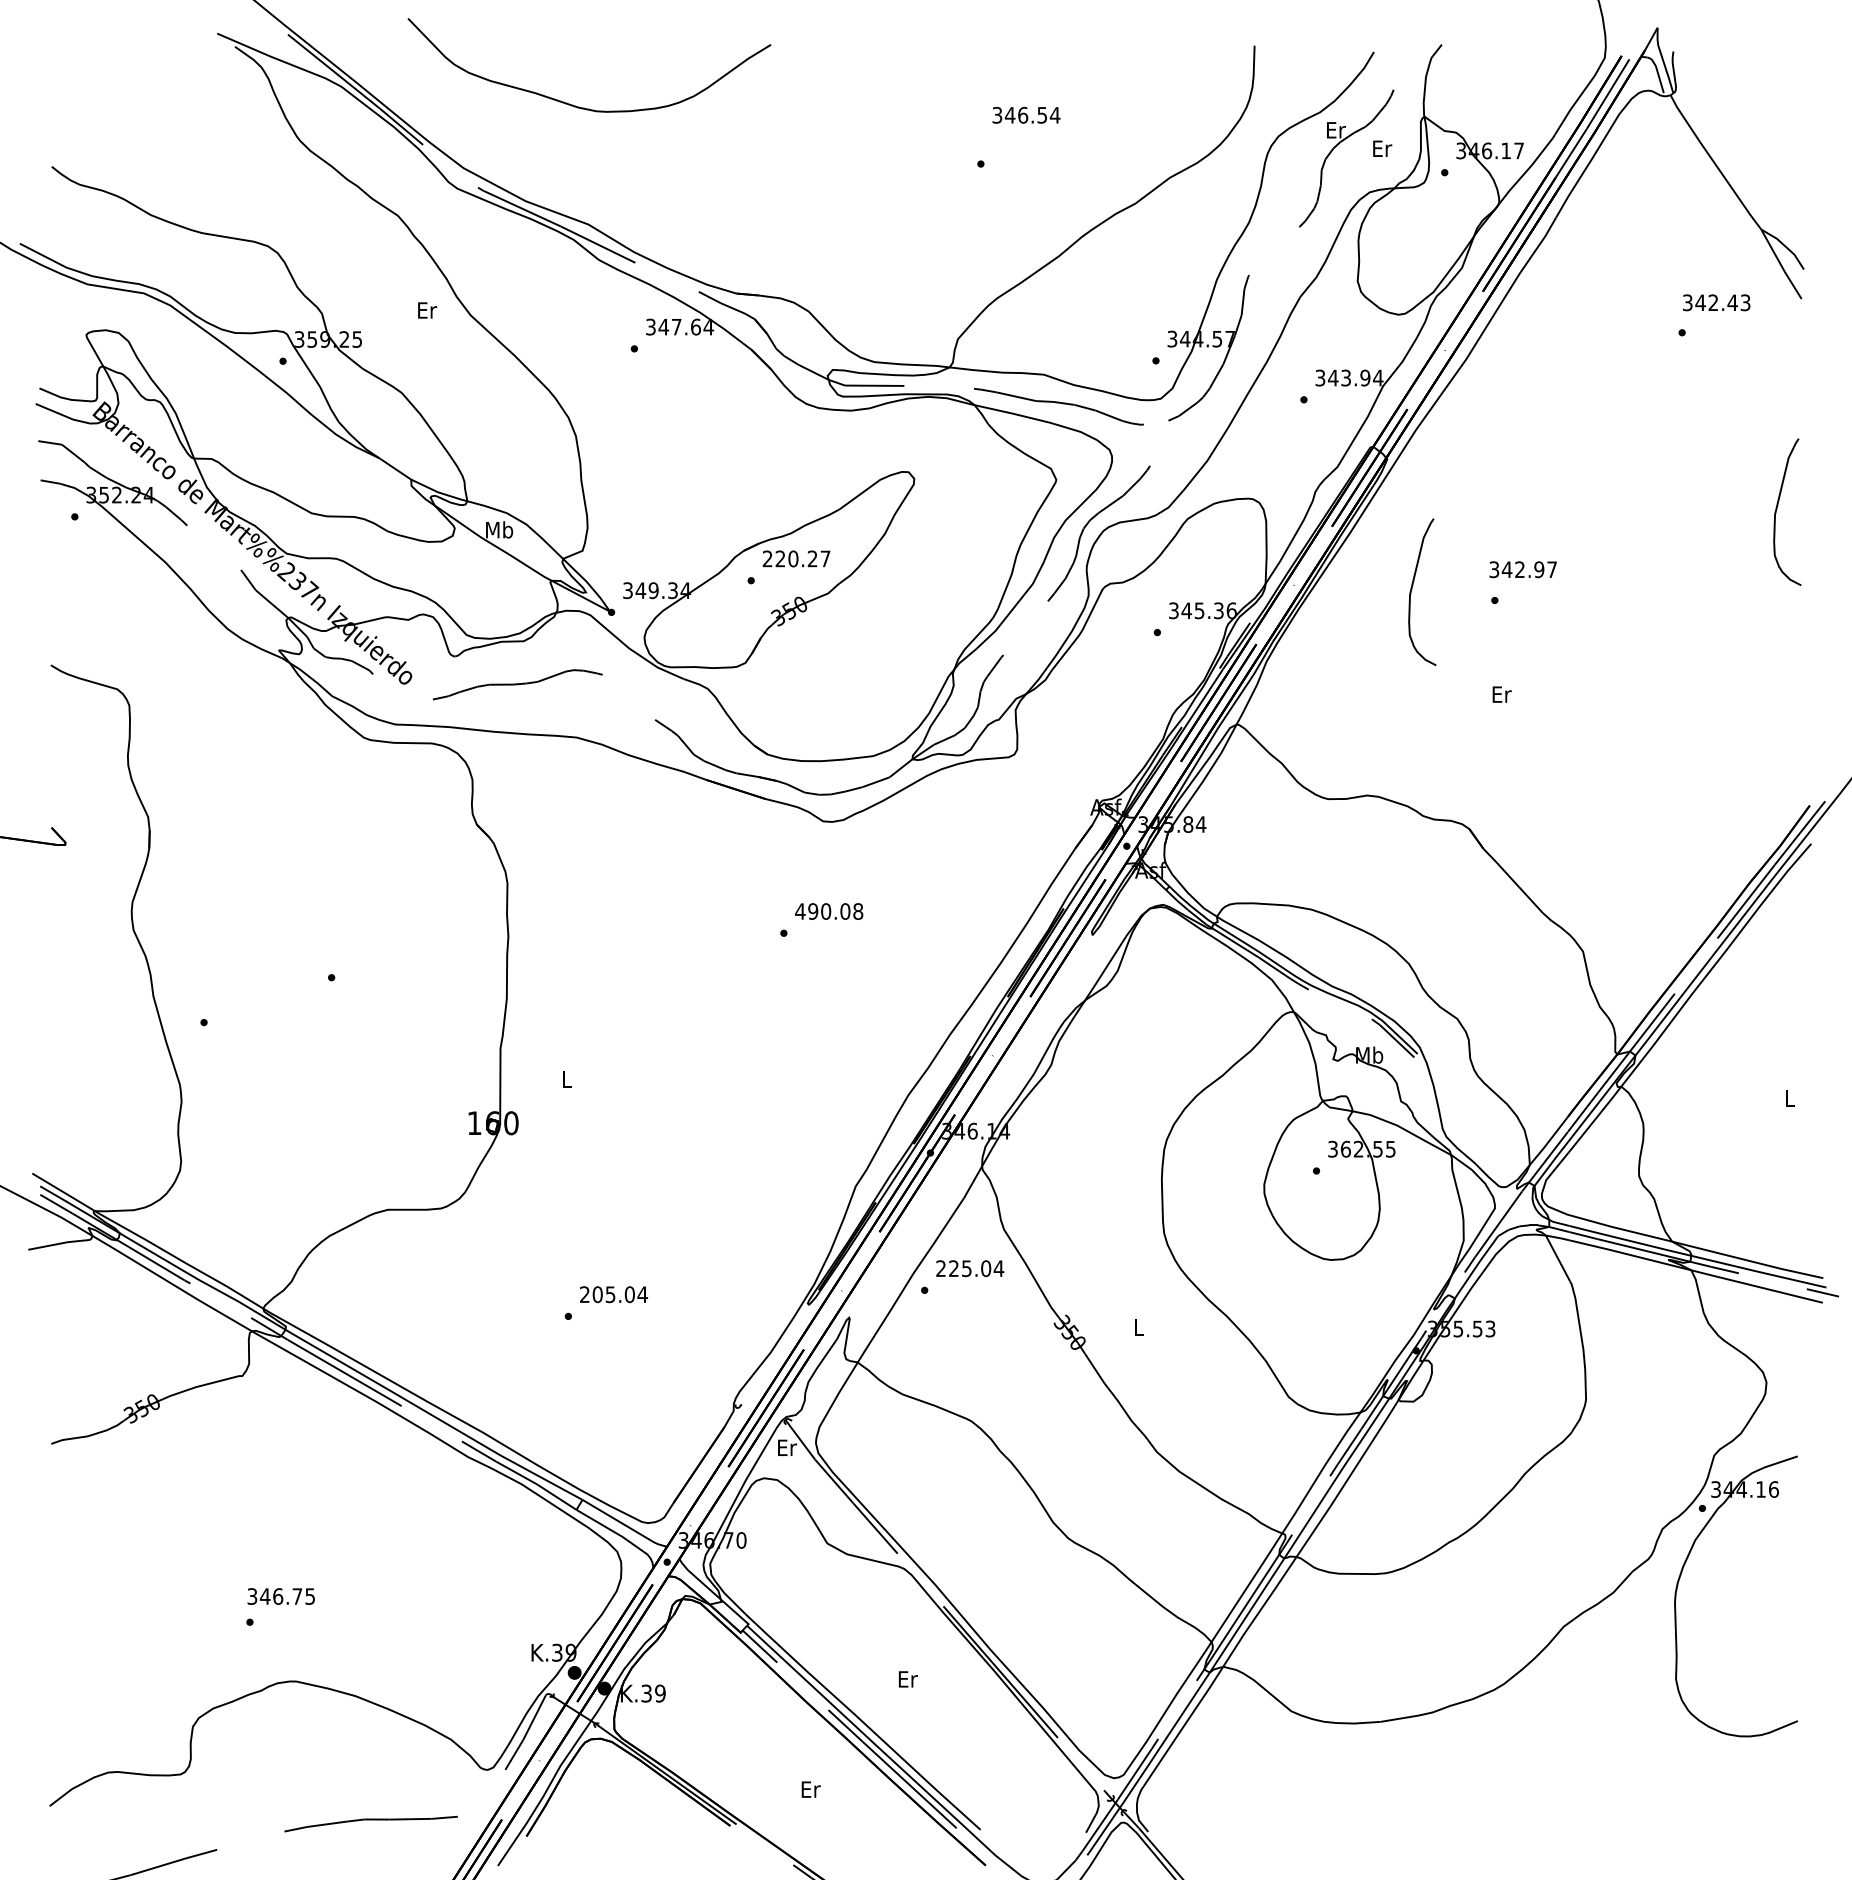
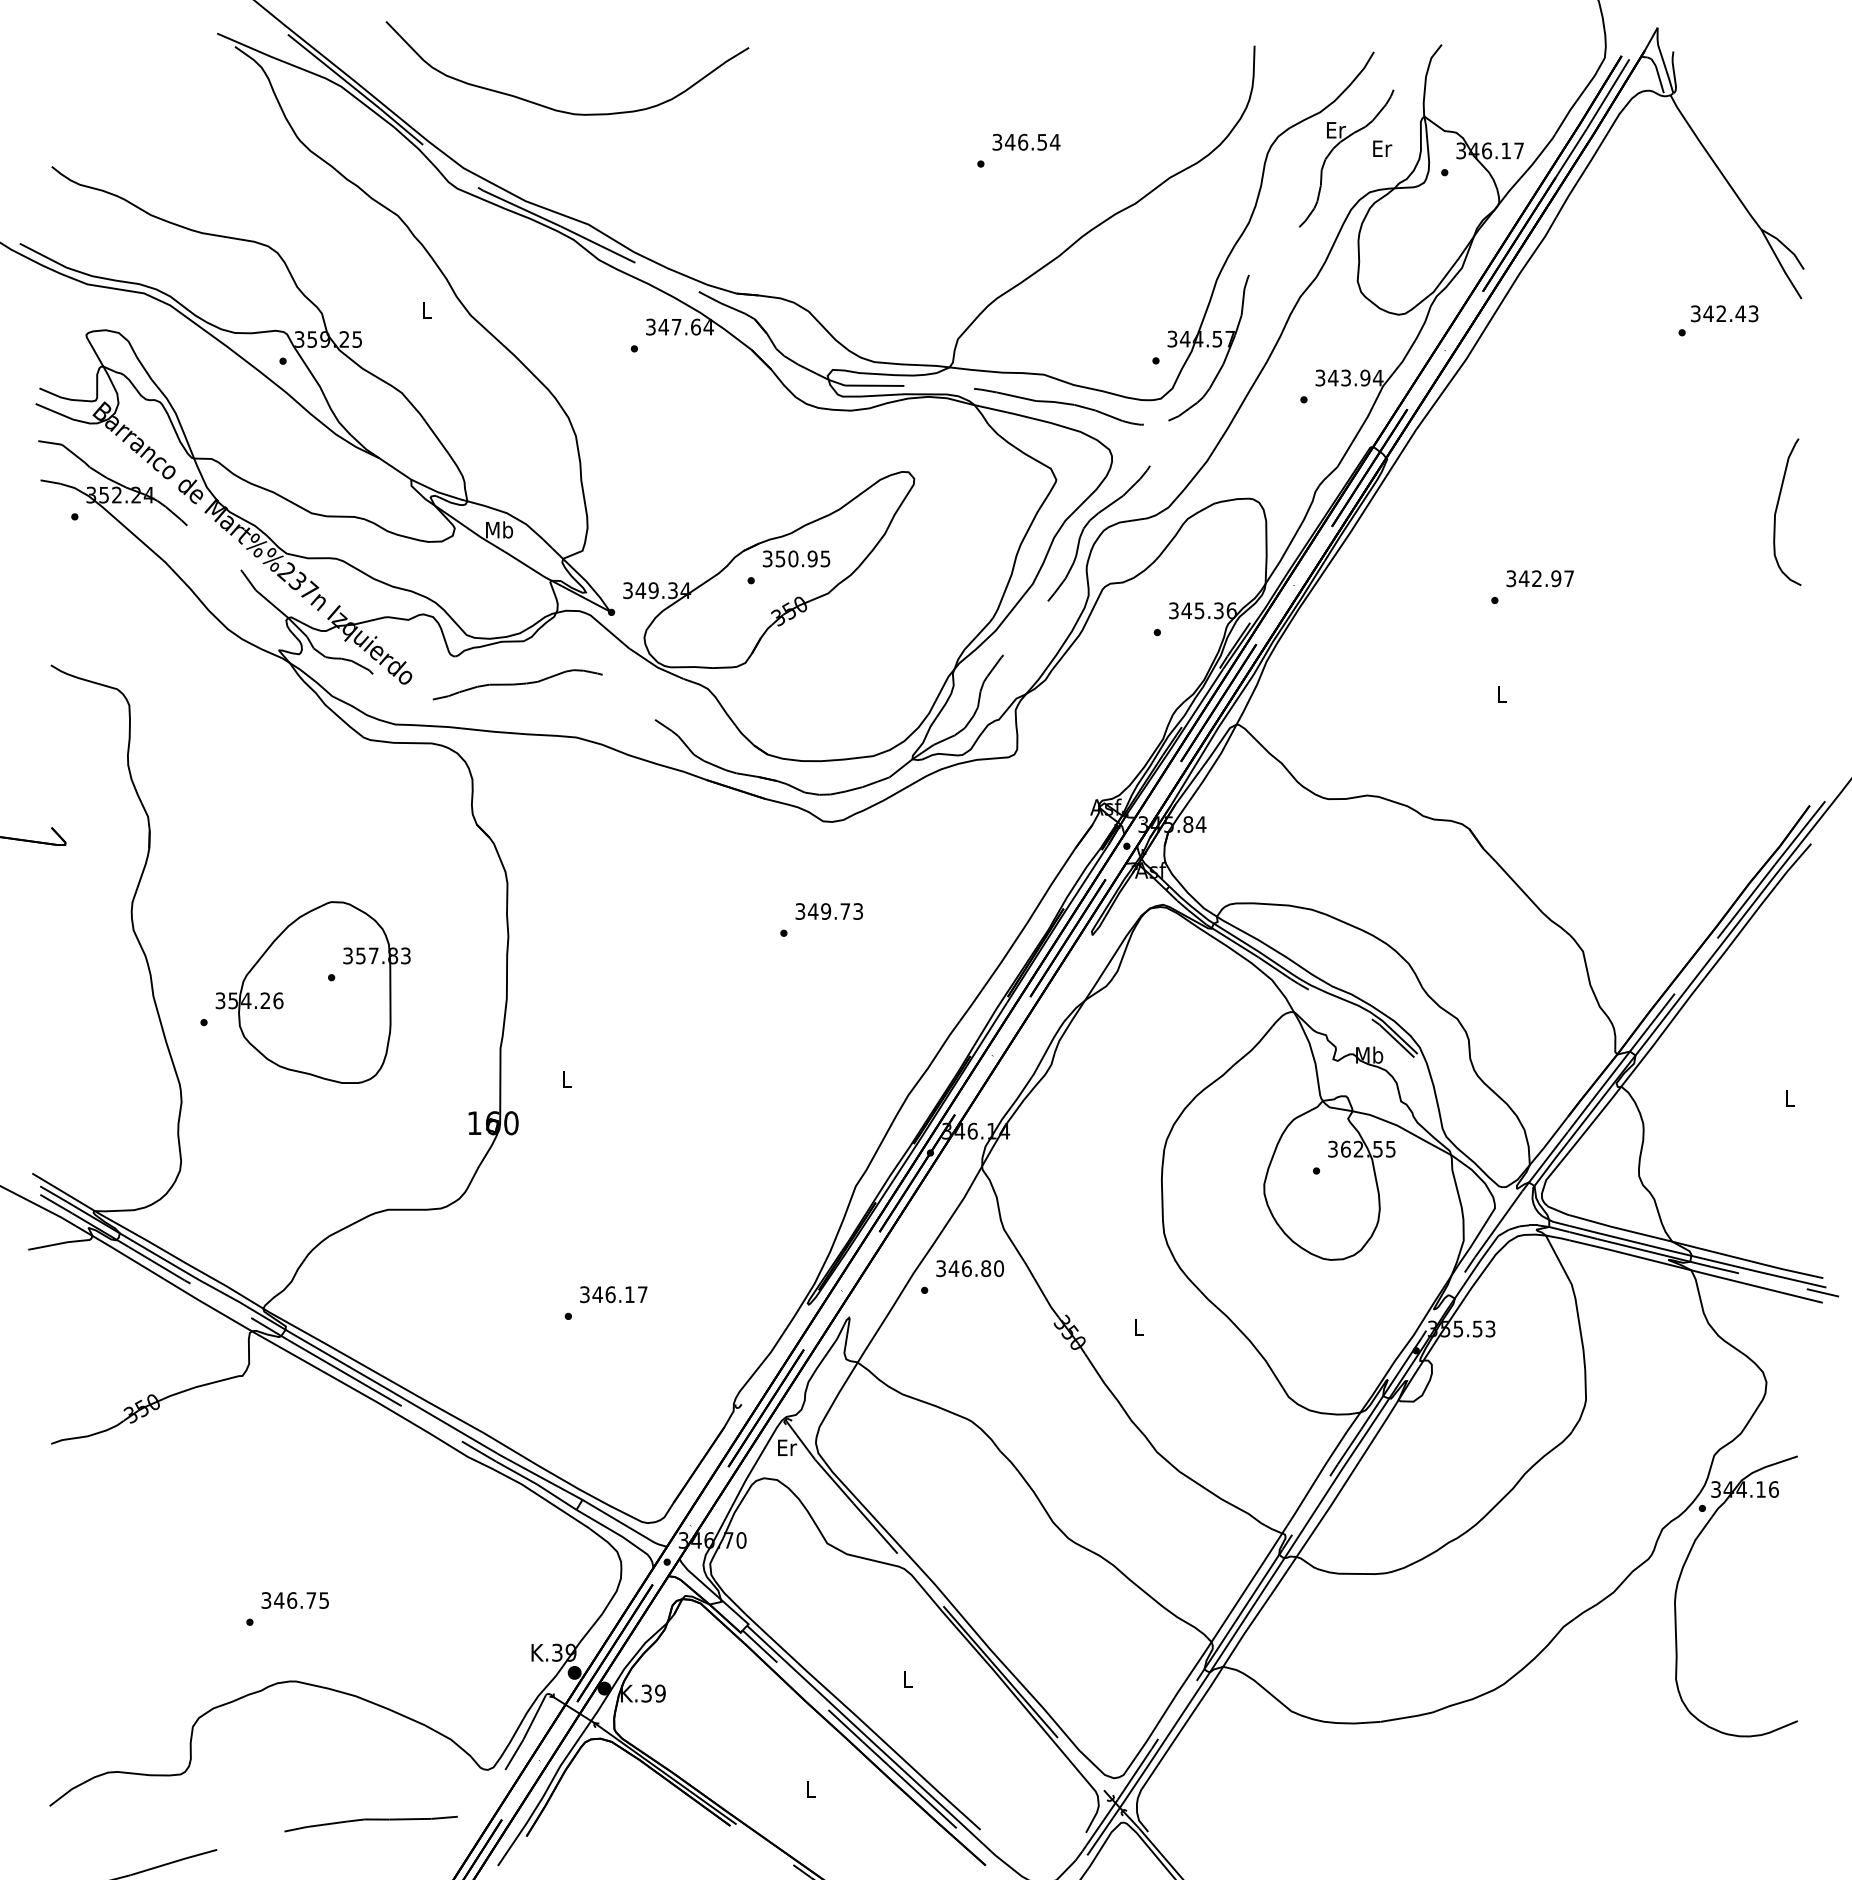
curve at (579, 106) position: (579, 106) -> (557, 109)
text at (1026, 114) position: (1026, 114) -> (1026, 141)
text at (1716, 302) position: (1716, 302) -> (1724, 313)
text at (427, 310): Er -> L
text at (796, 558): 220.27 -> 350.95
text at (1522, 569) position: (1522, 569) -> (1539, 578)
curve at (1412, 589): present -> none
text at (1501, 694): Er -> L
text at (829, 911): 490.08 -> 349.73
part at (312, 992): none -> present
text at (970, 1268): 225.04 -> 346.80
text at (613, 1294): 205.04 -> 346.17
text at (280, 1596) position: (280, 1596) -> (294, 1600)
text at (907, 1679): Er -> L
text at (810, 1789): Er -> L
